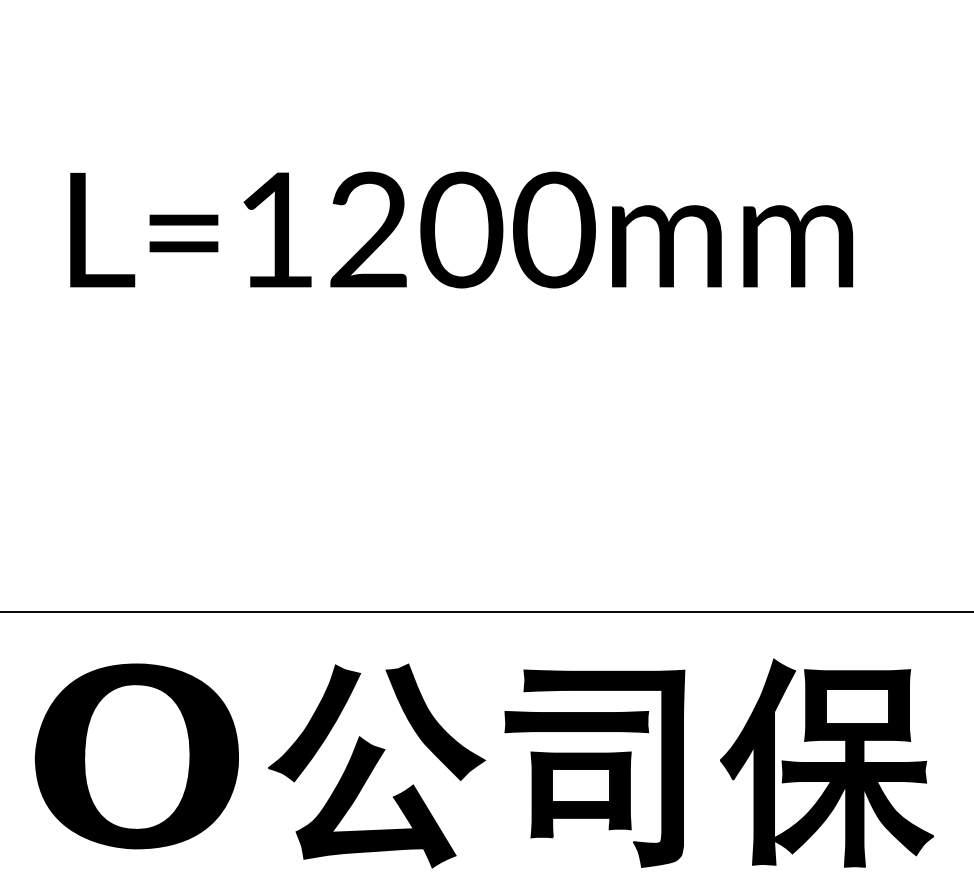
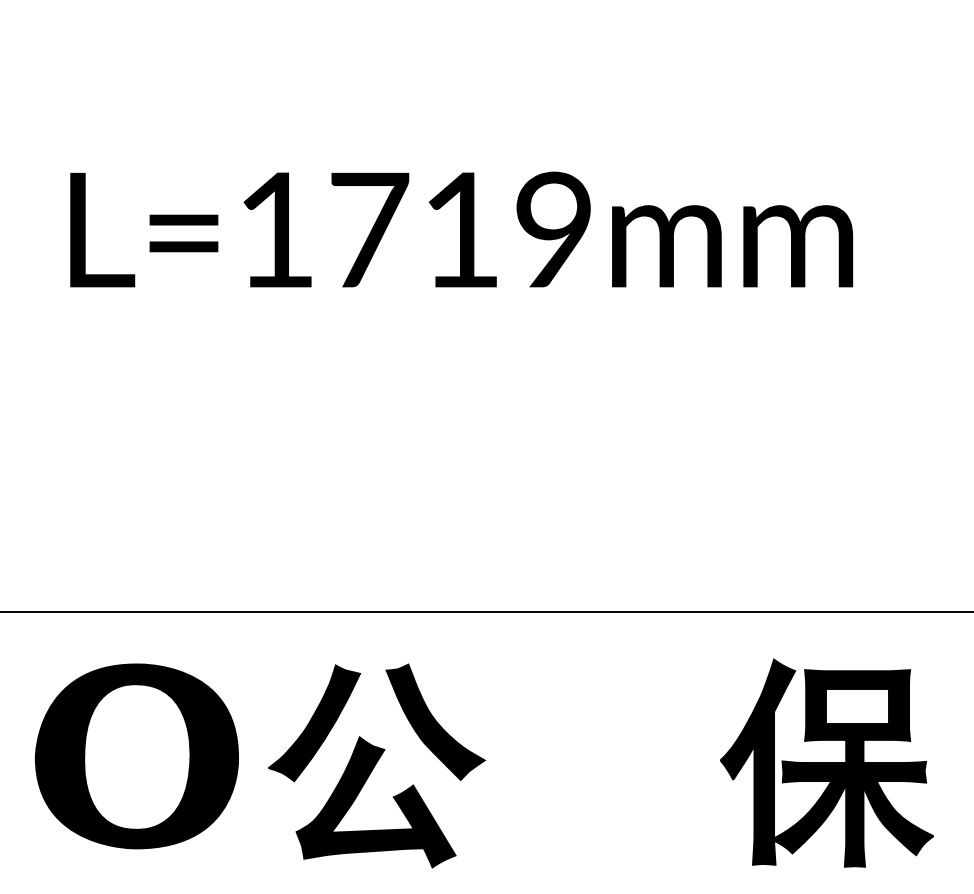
text at (462, 229): L=1200mm -> L=1719mm
part at (594, 768): present -> none
